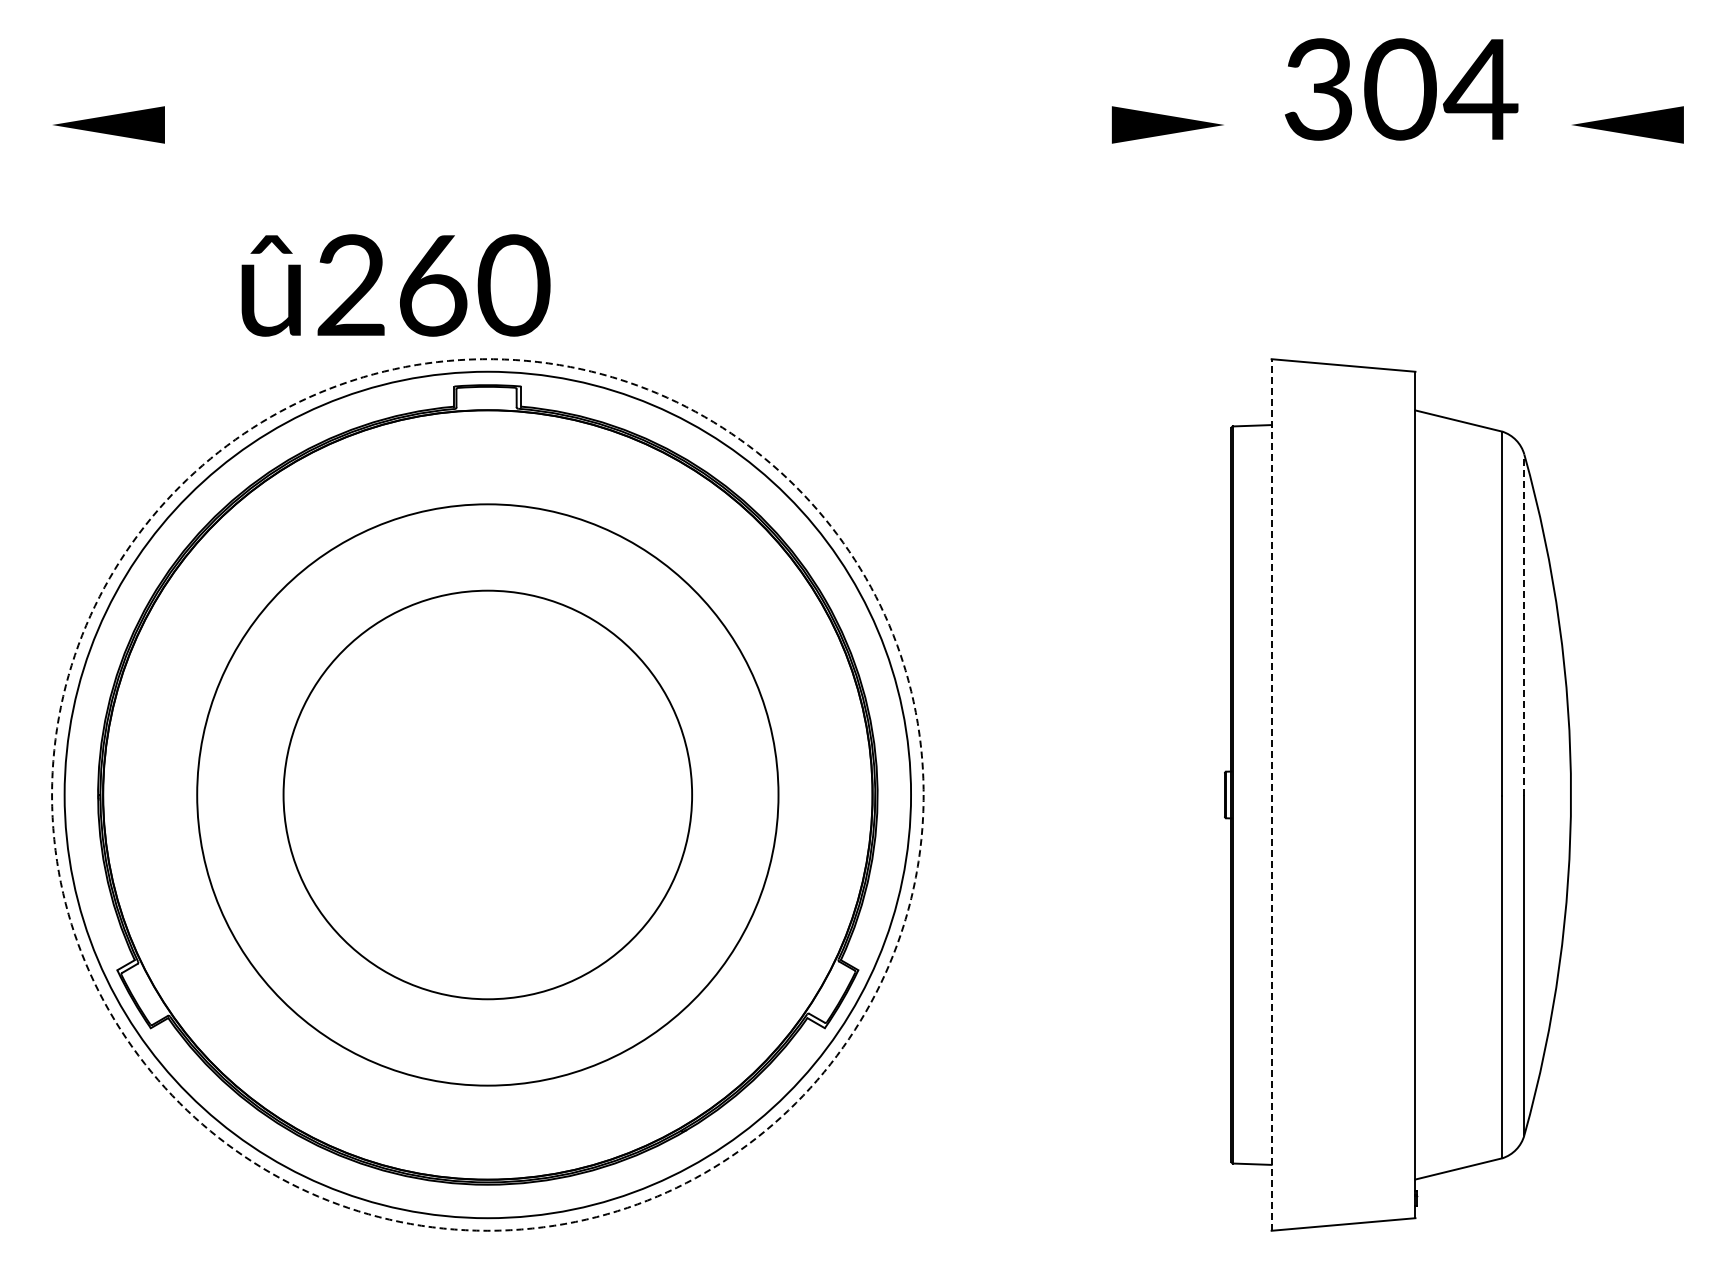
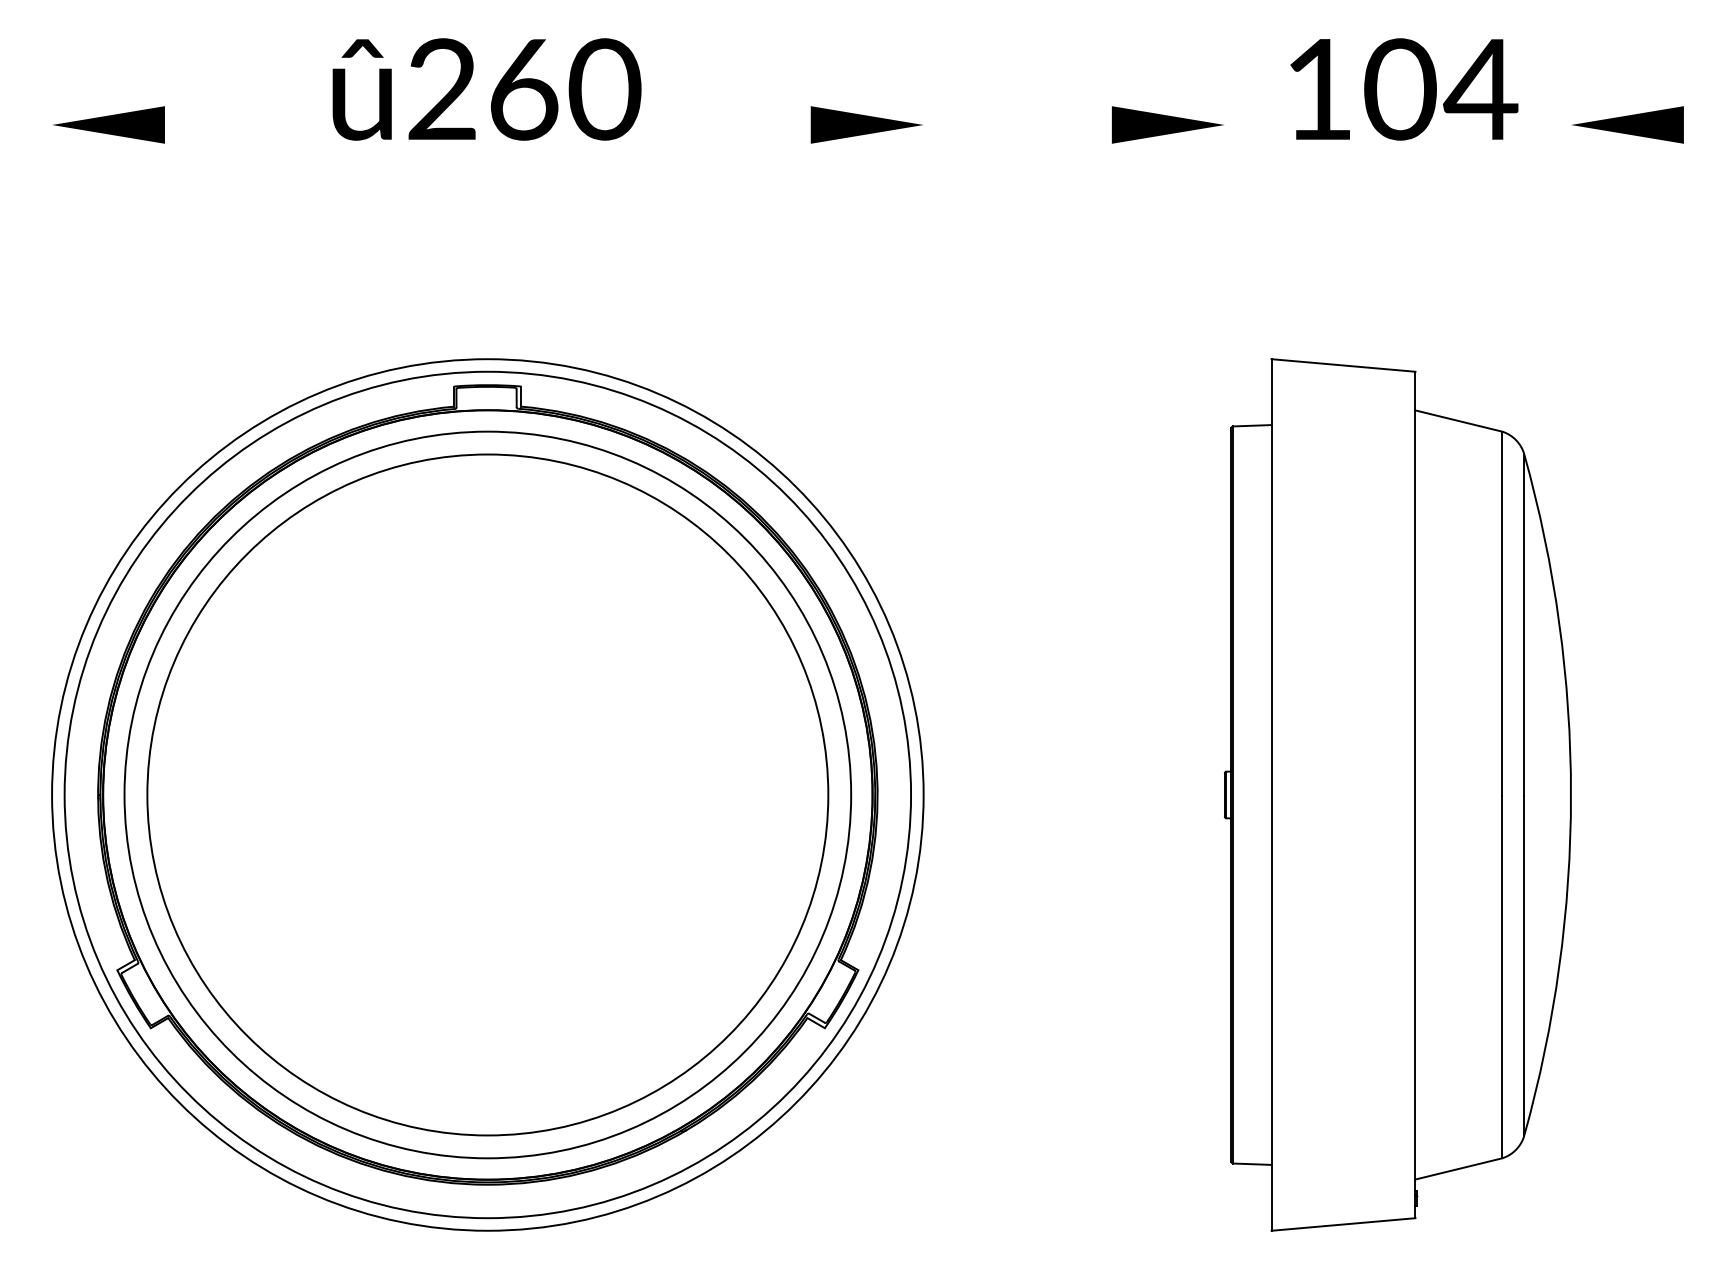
text at (1318, 89): 304 -> 104
part at (866, 124): none -> present
text at (395, 285) position: (395, 285) -> (486, 89)
line at (1524, 625): dashed -> solid
circle at (487, 794) diameter: 409 px -> 681 px
circle at (487, 794) diameter: 581 px -> 727 px
circle at (487, 794): dashed -> solid
line at (1271, 794): dashed -> solid
